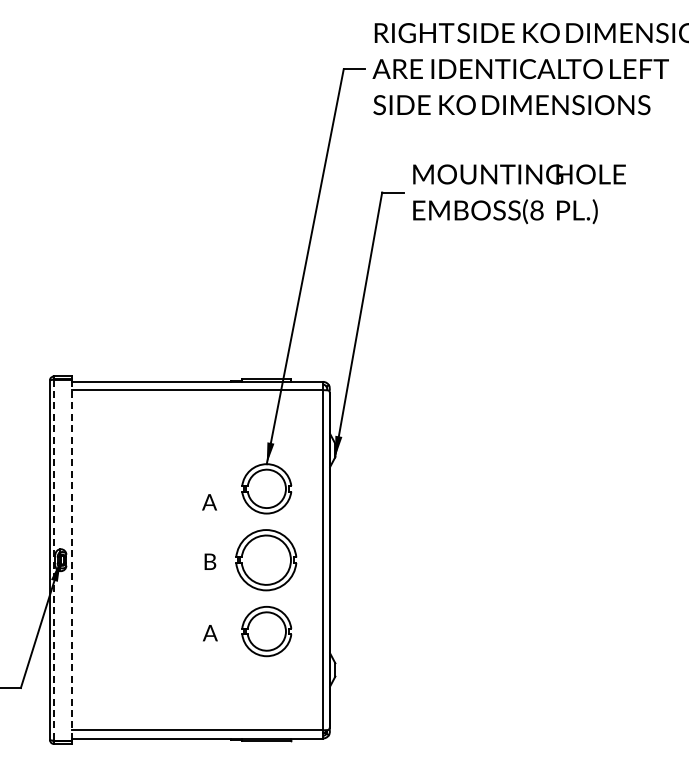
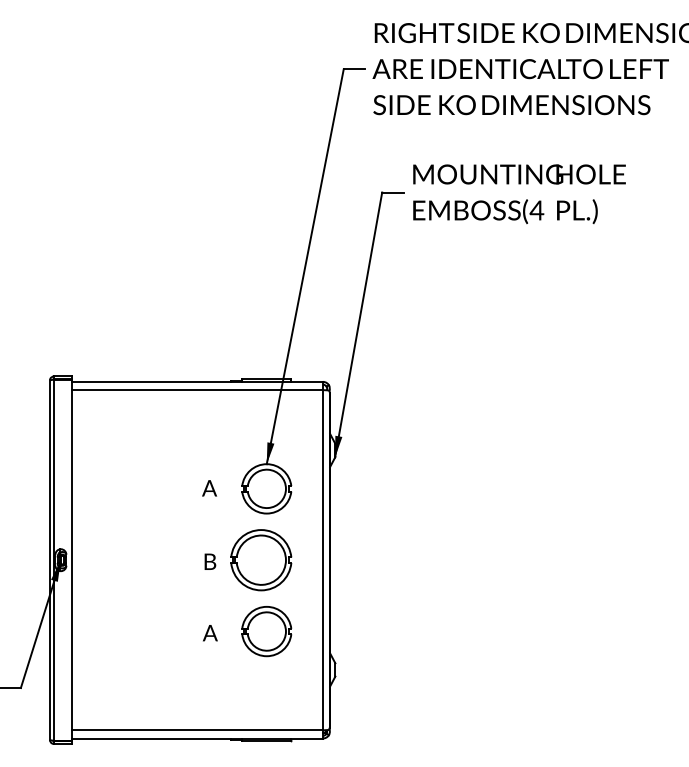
text at (536, 210): (8 -> (4
text at (209, 502) position: (209, 502) -> (209, 488)
line at (54, 560): dashed -> solid
line at (71, 560): dashed -> solid
part at (266, 560) position: (266, 560) -> (261, 560)
